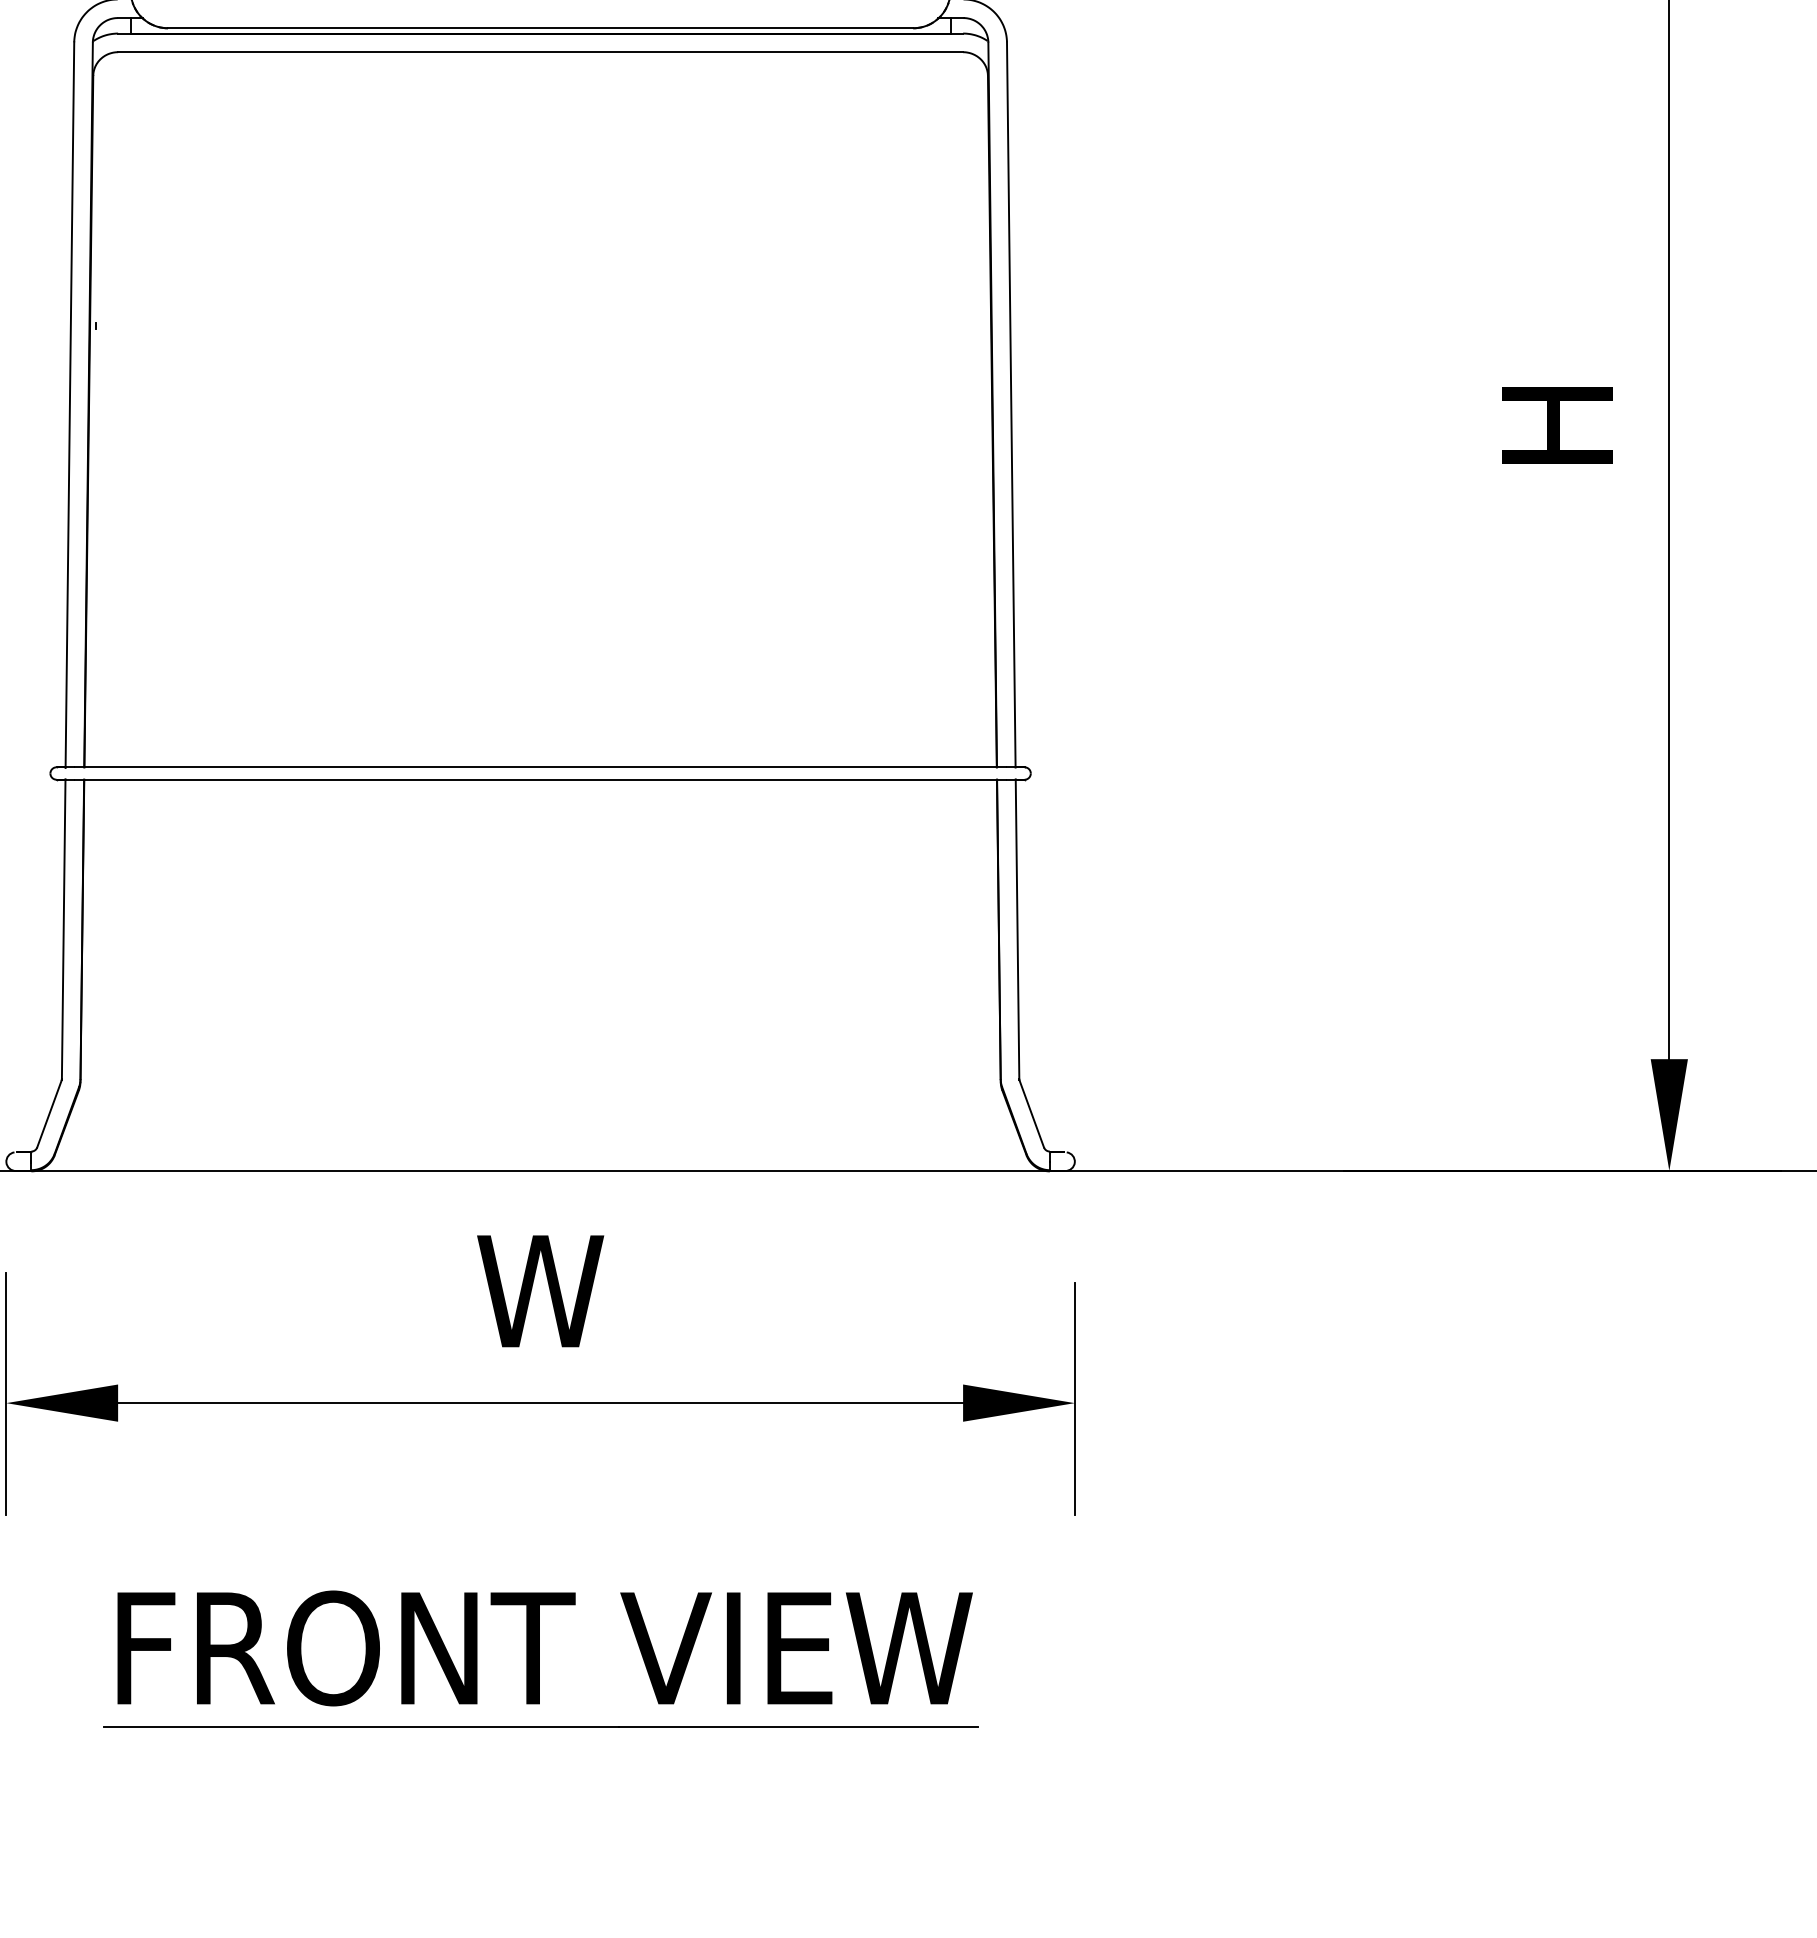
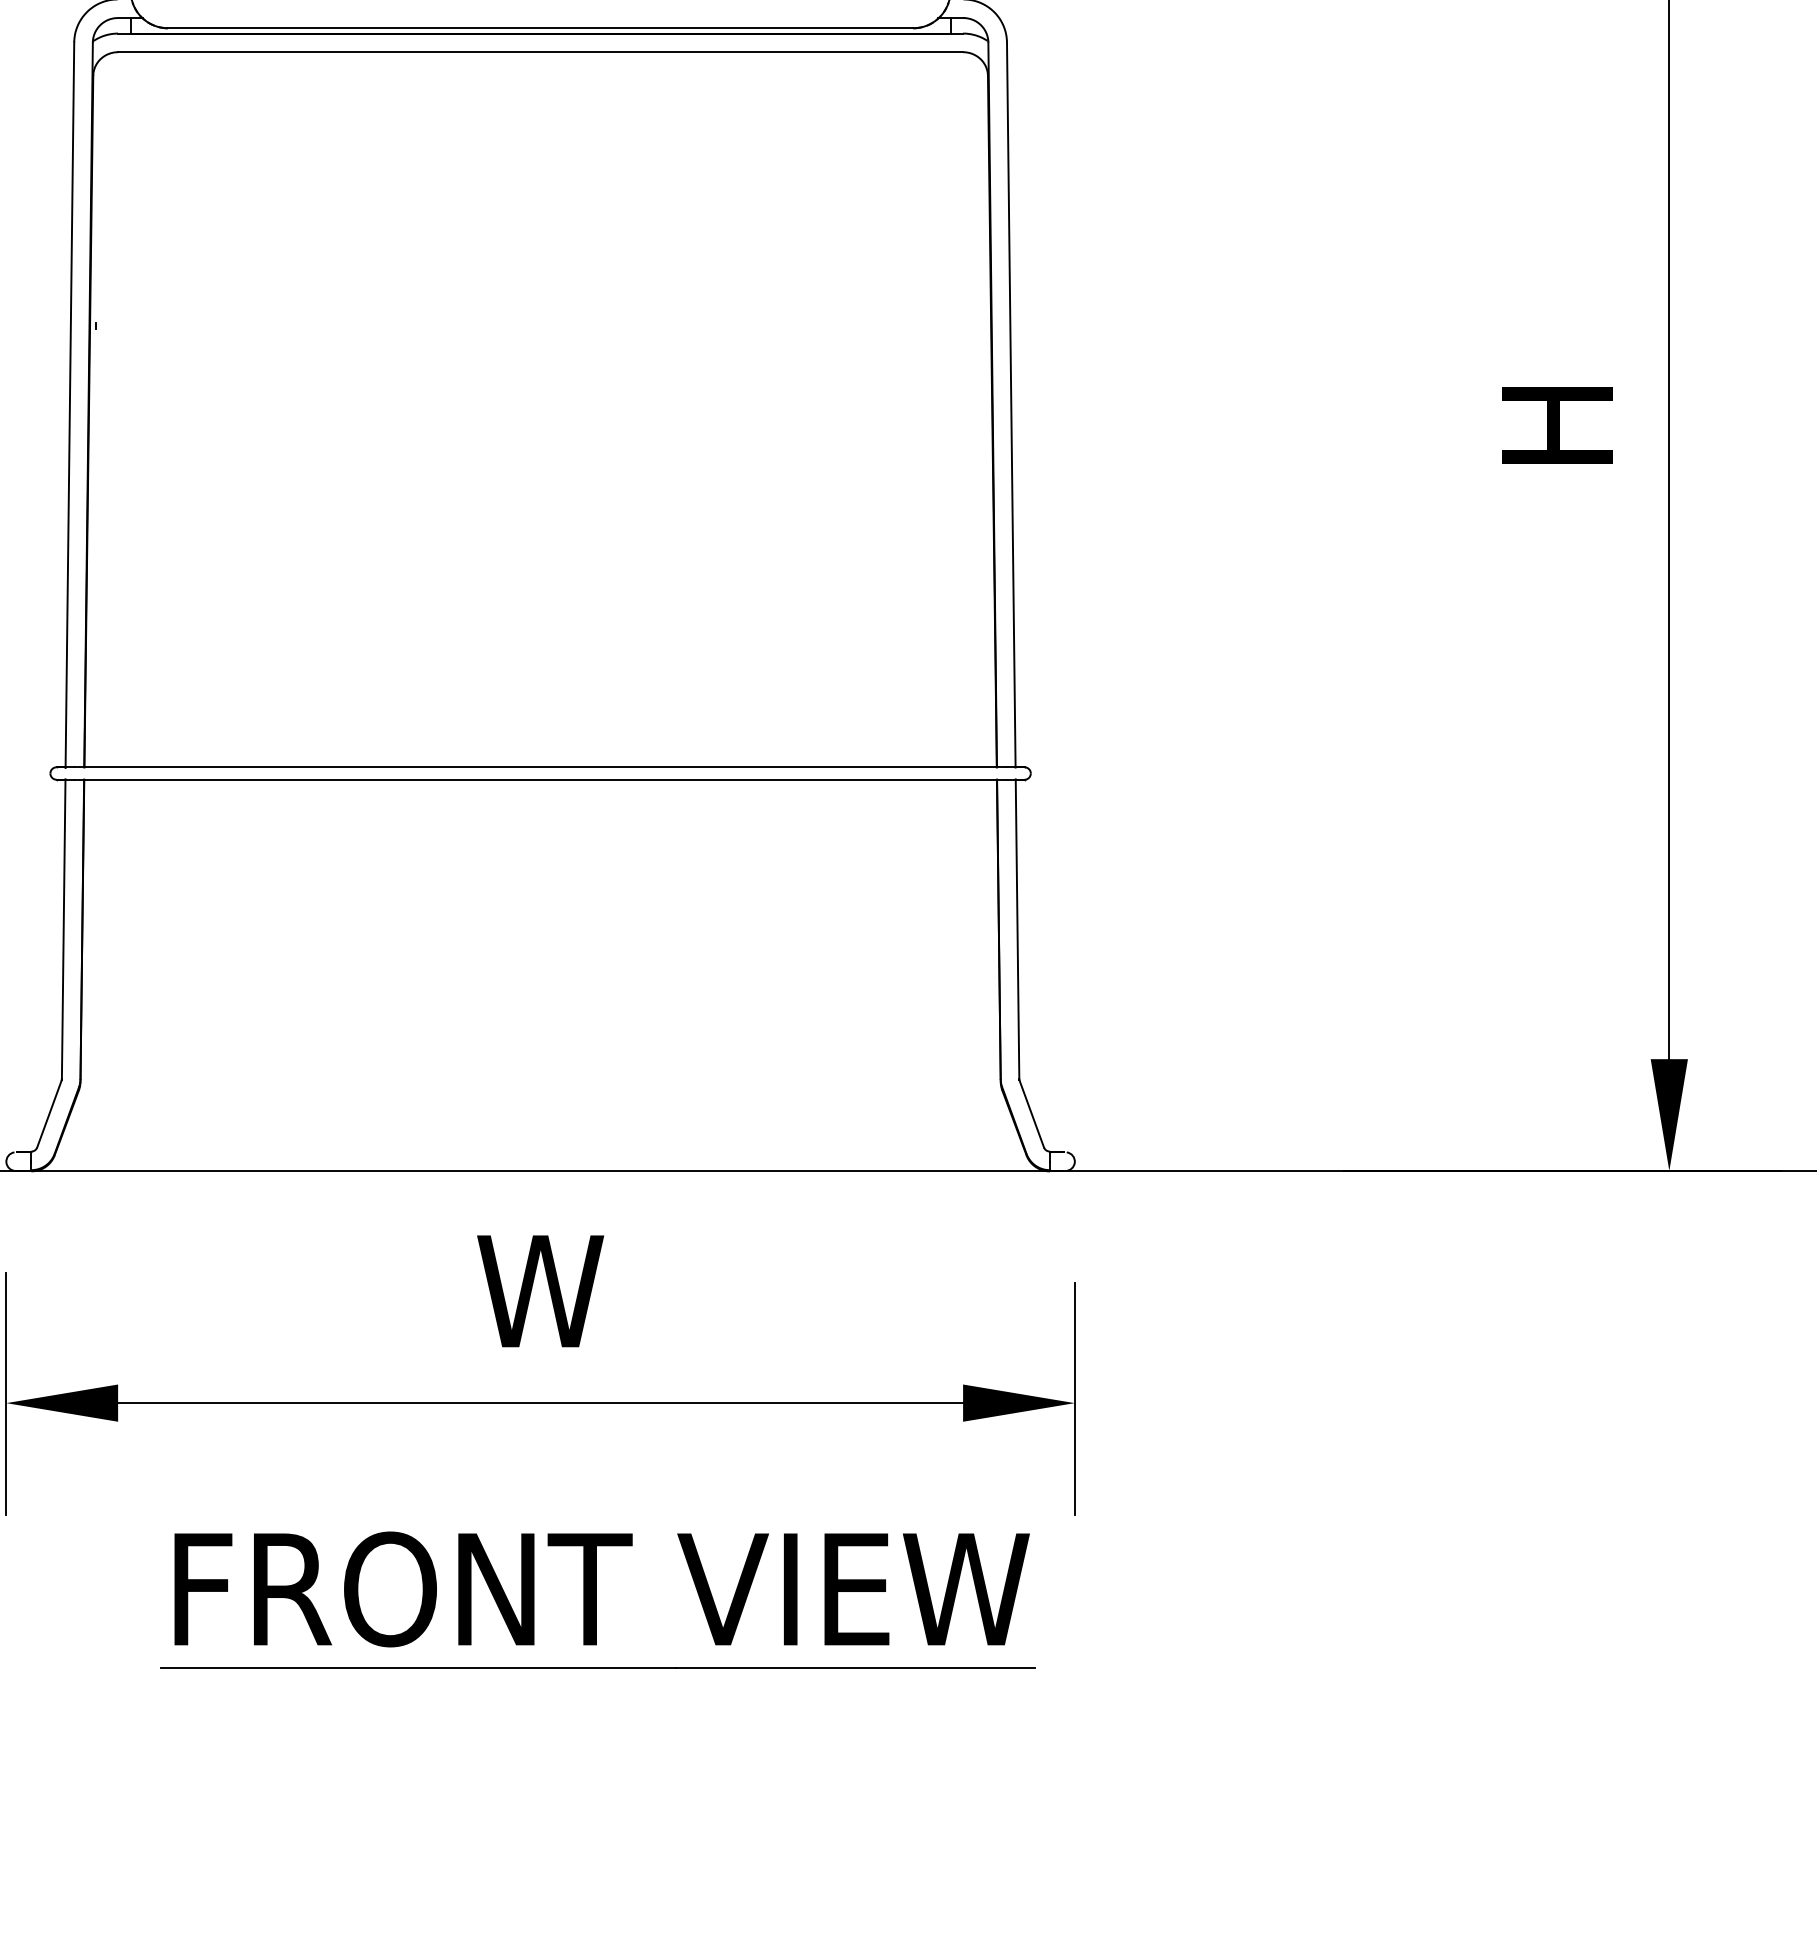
part at (540, 1658) position: (540, 1658) -> (597, 1599)
